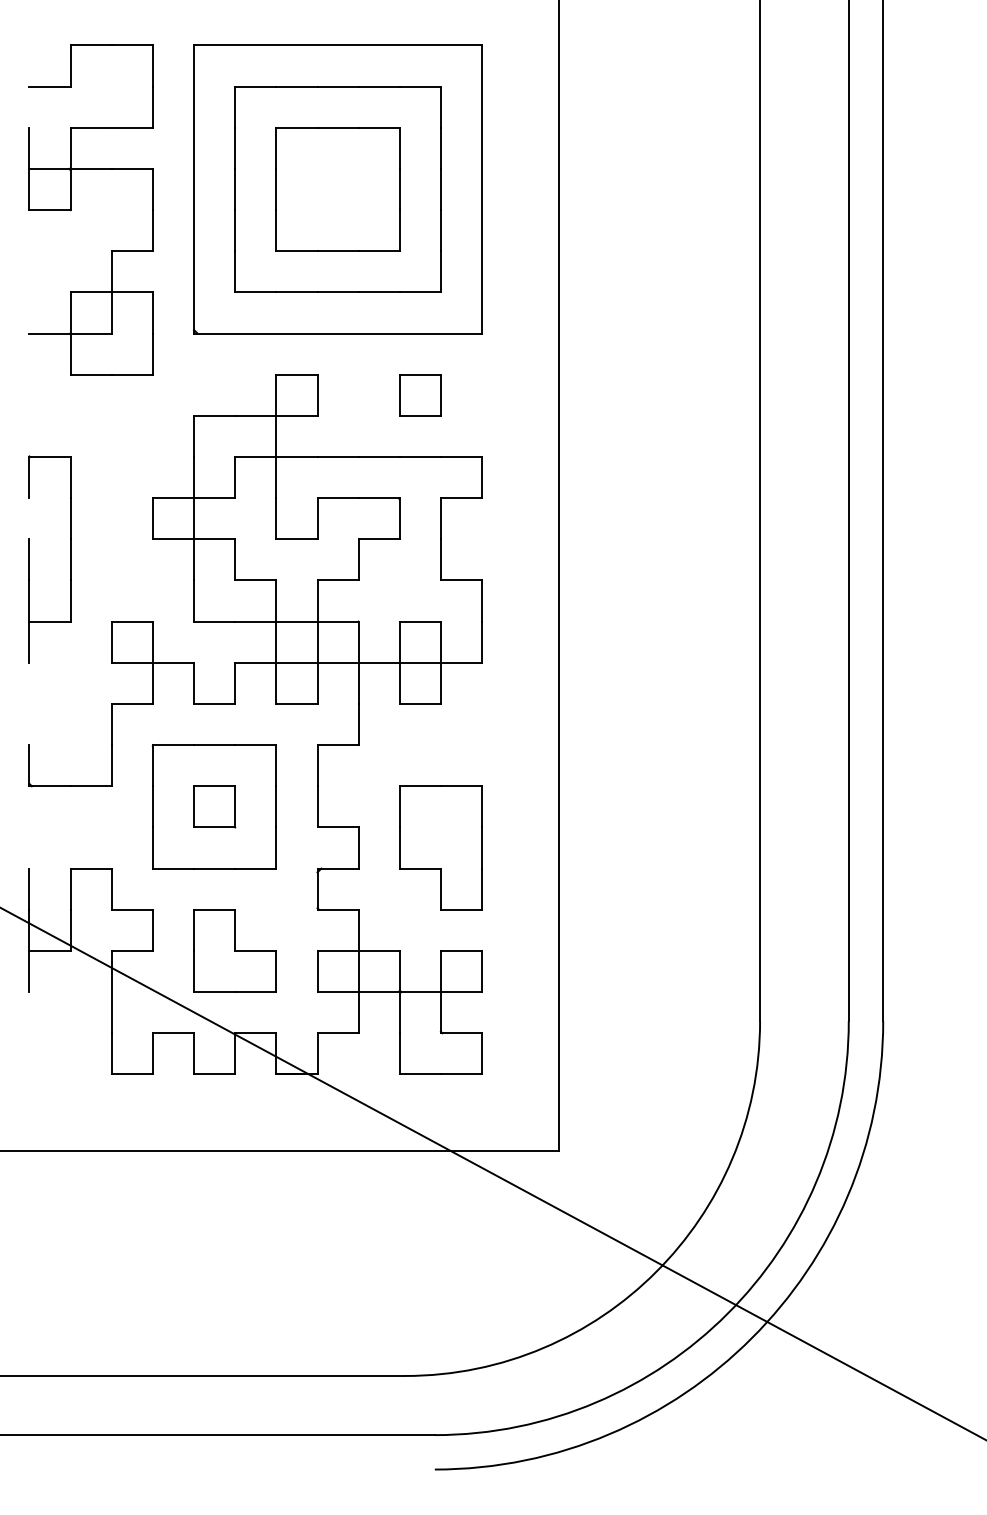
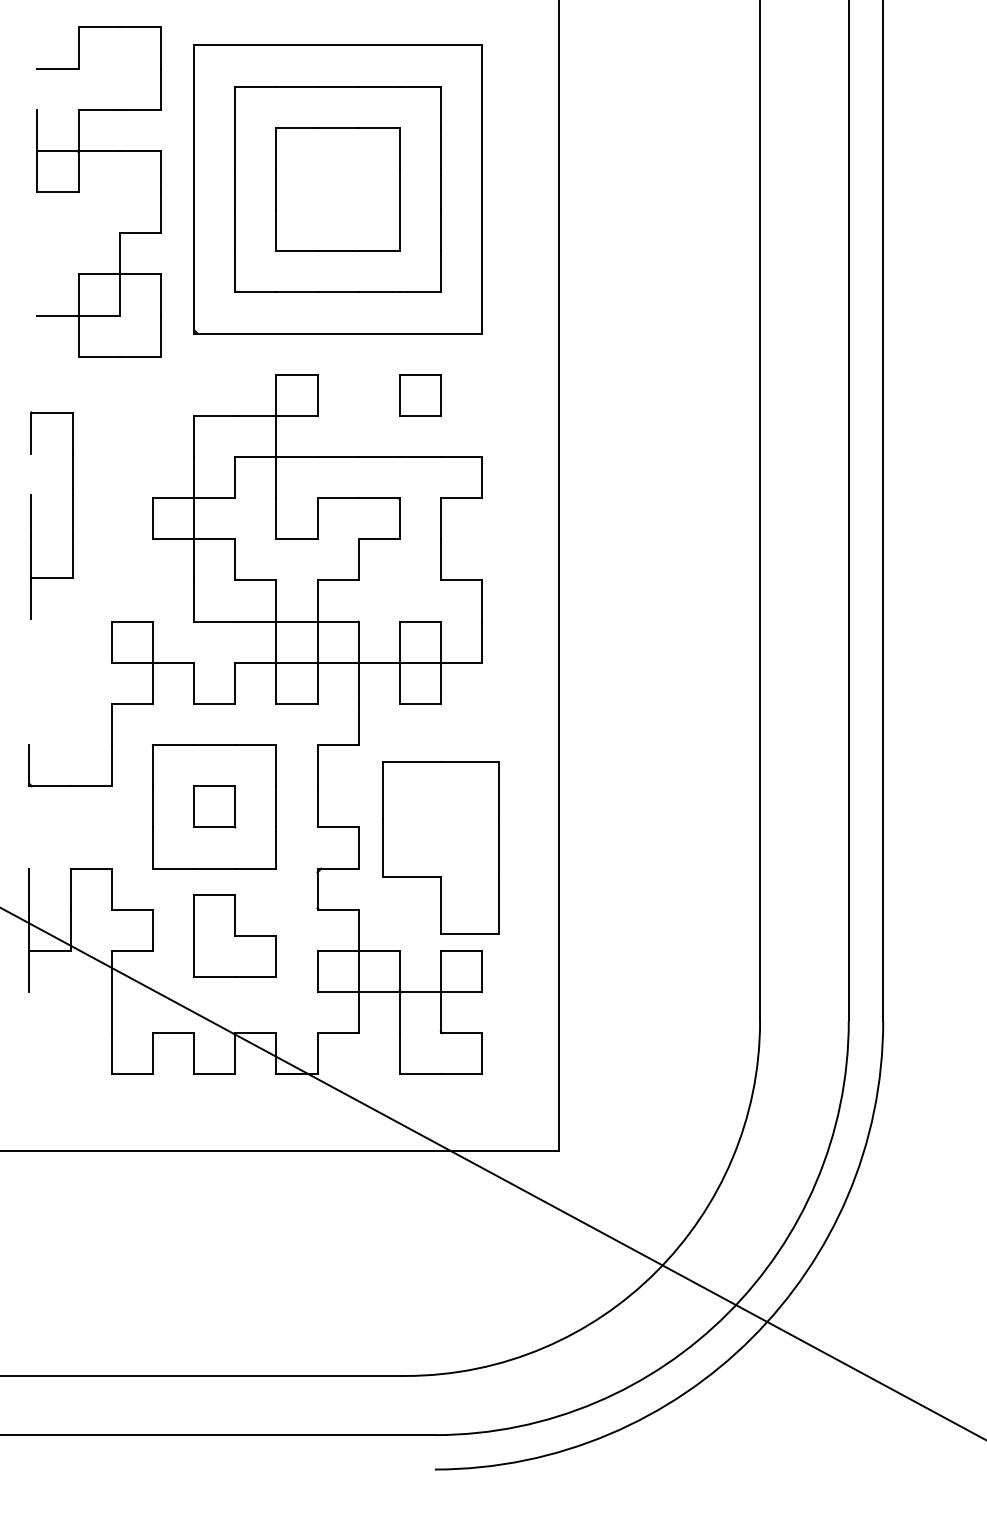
part at (71, 209) position: (71, 209) -> (79, 191)
part at (29, 559) position: (29, 559) -> (31, 515)
part at (440, 847) size: 84x126 px -> 118x174 px
part at (234, 950) position: (234, 950) -> (234, 935)
